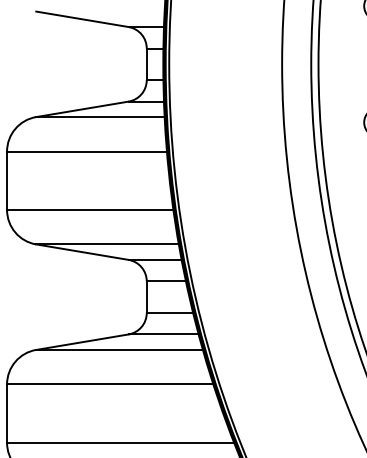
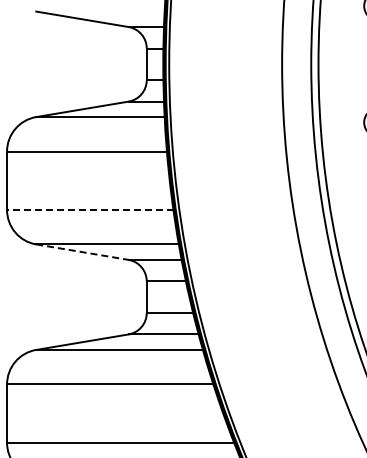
line at (89, 209): solid -> dashed
line at (82, 252): solid -> dashed
